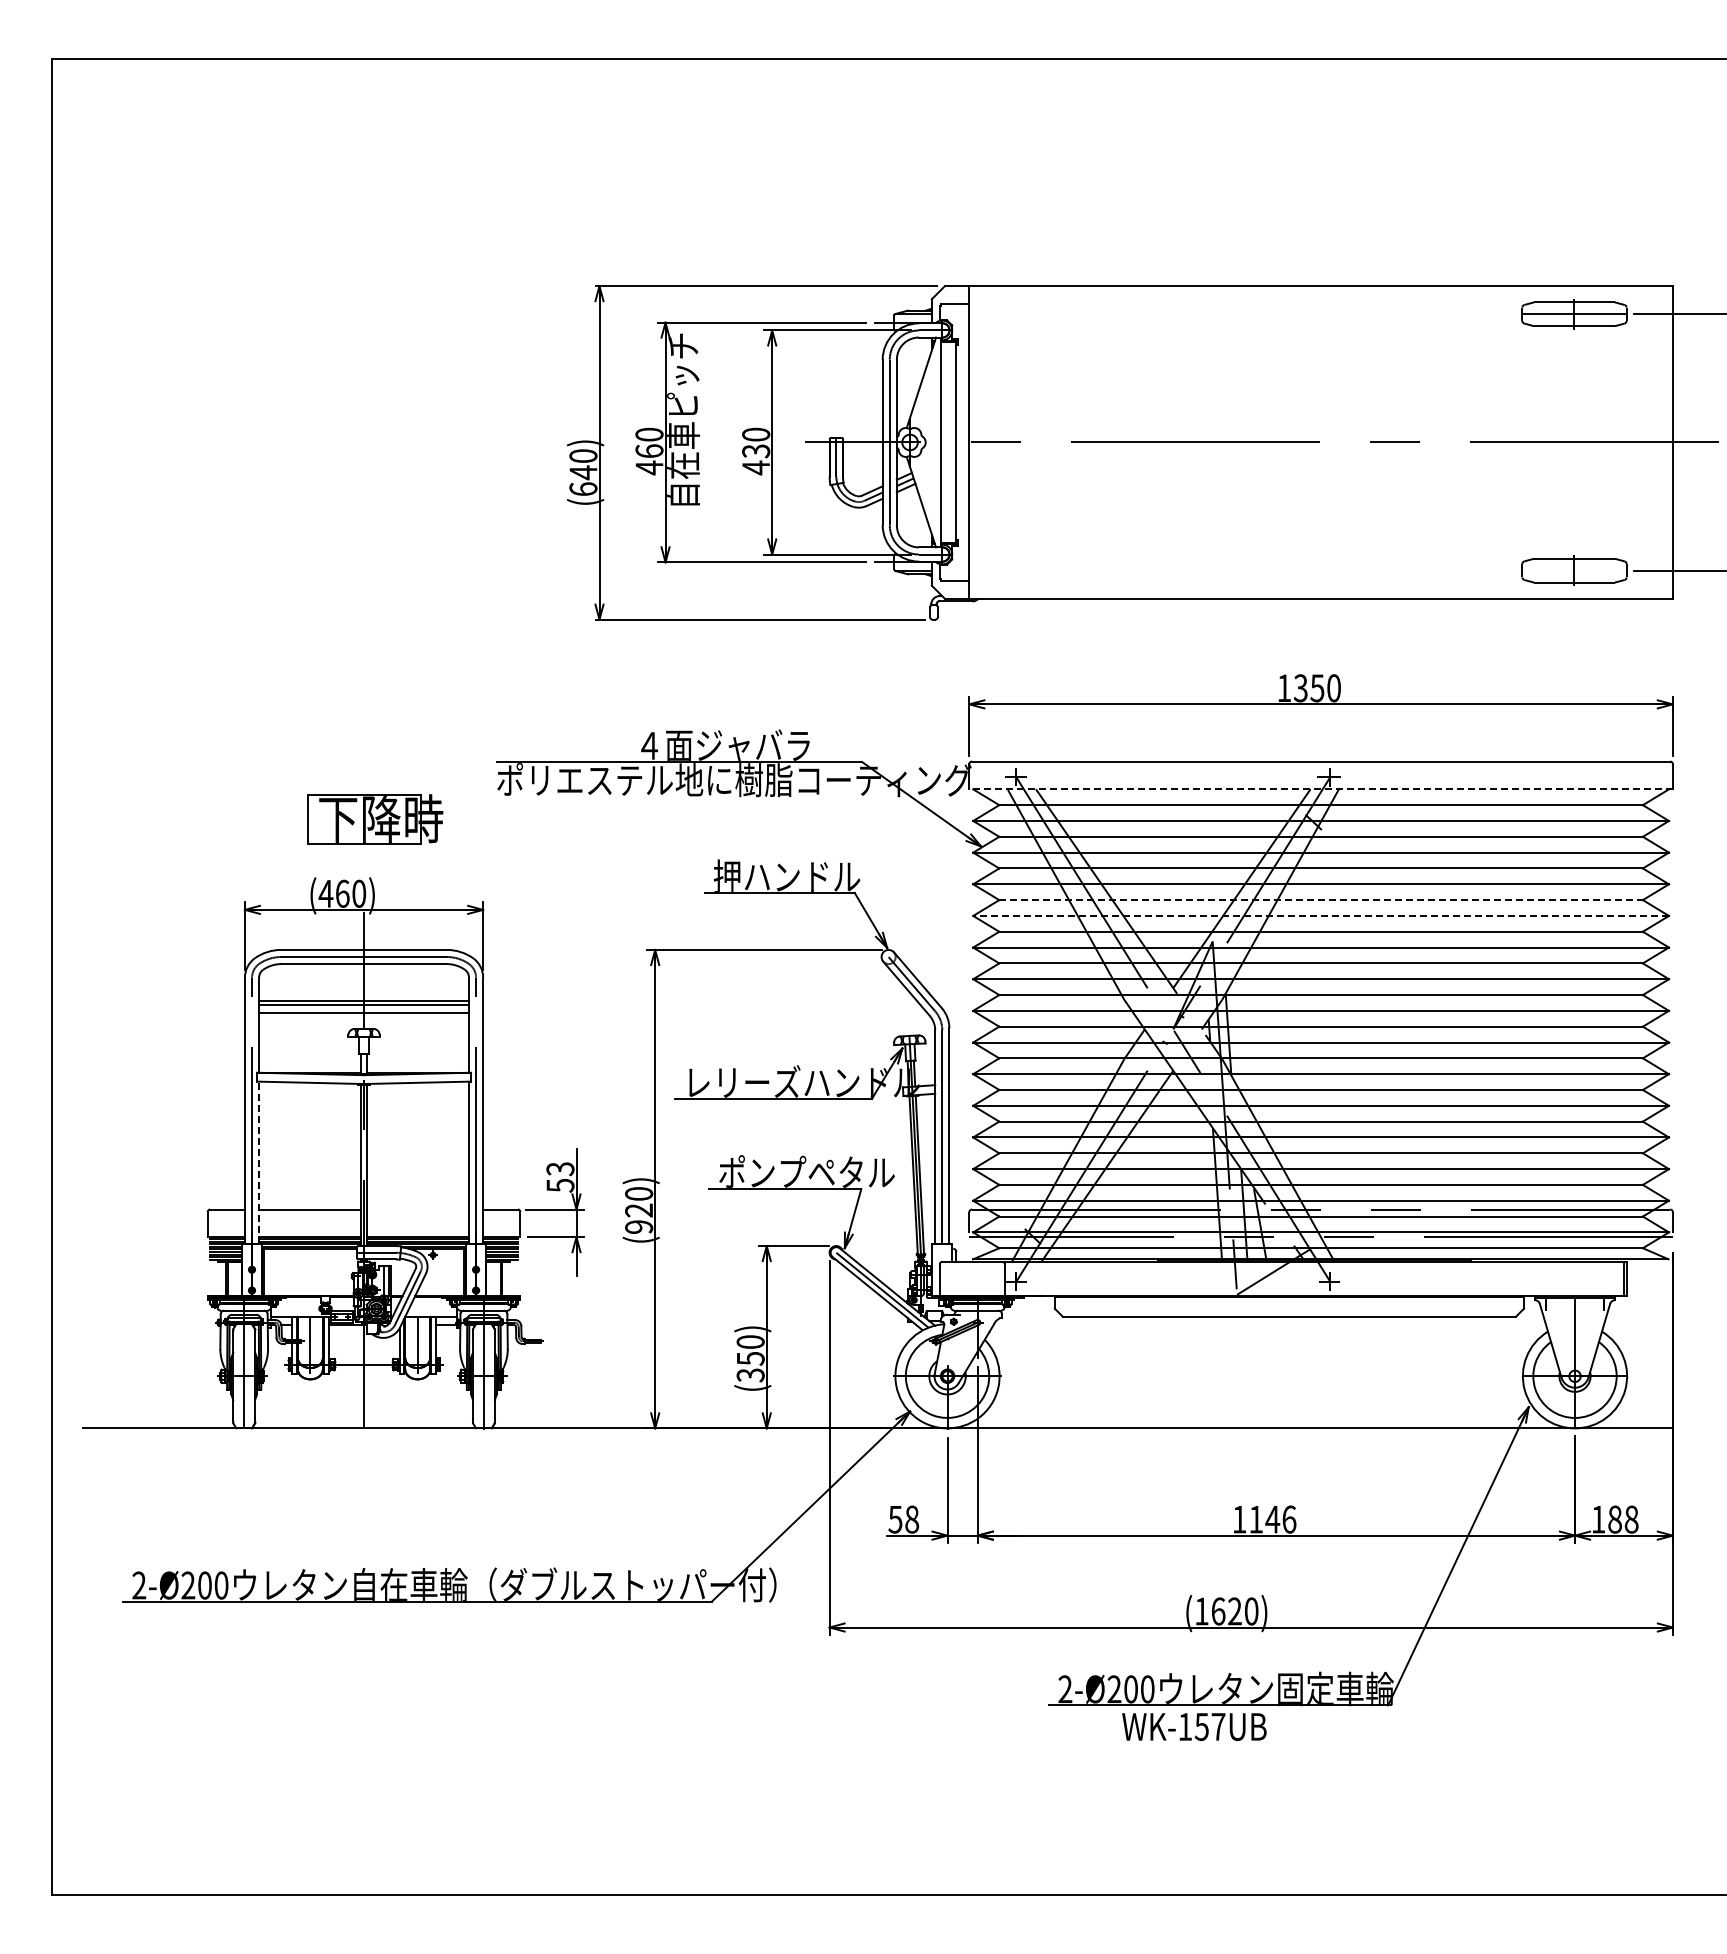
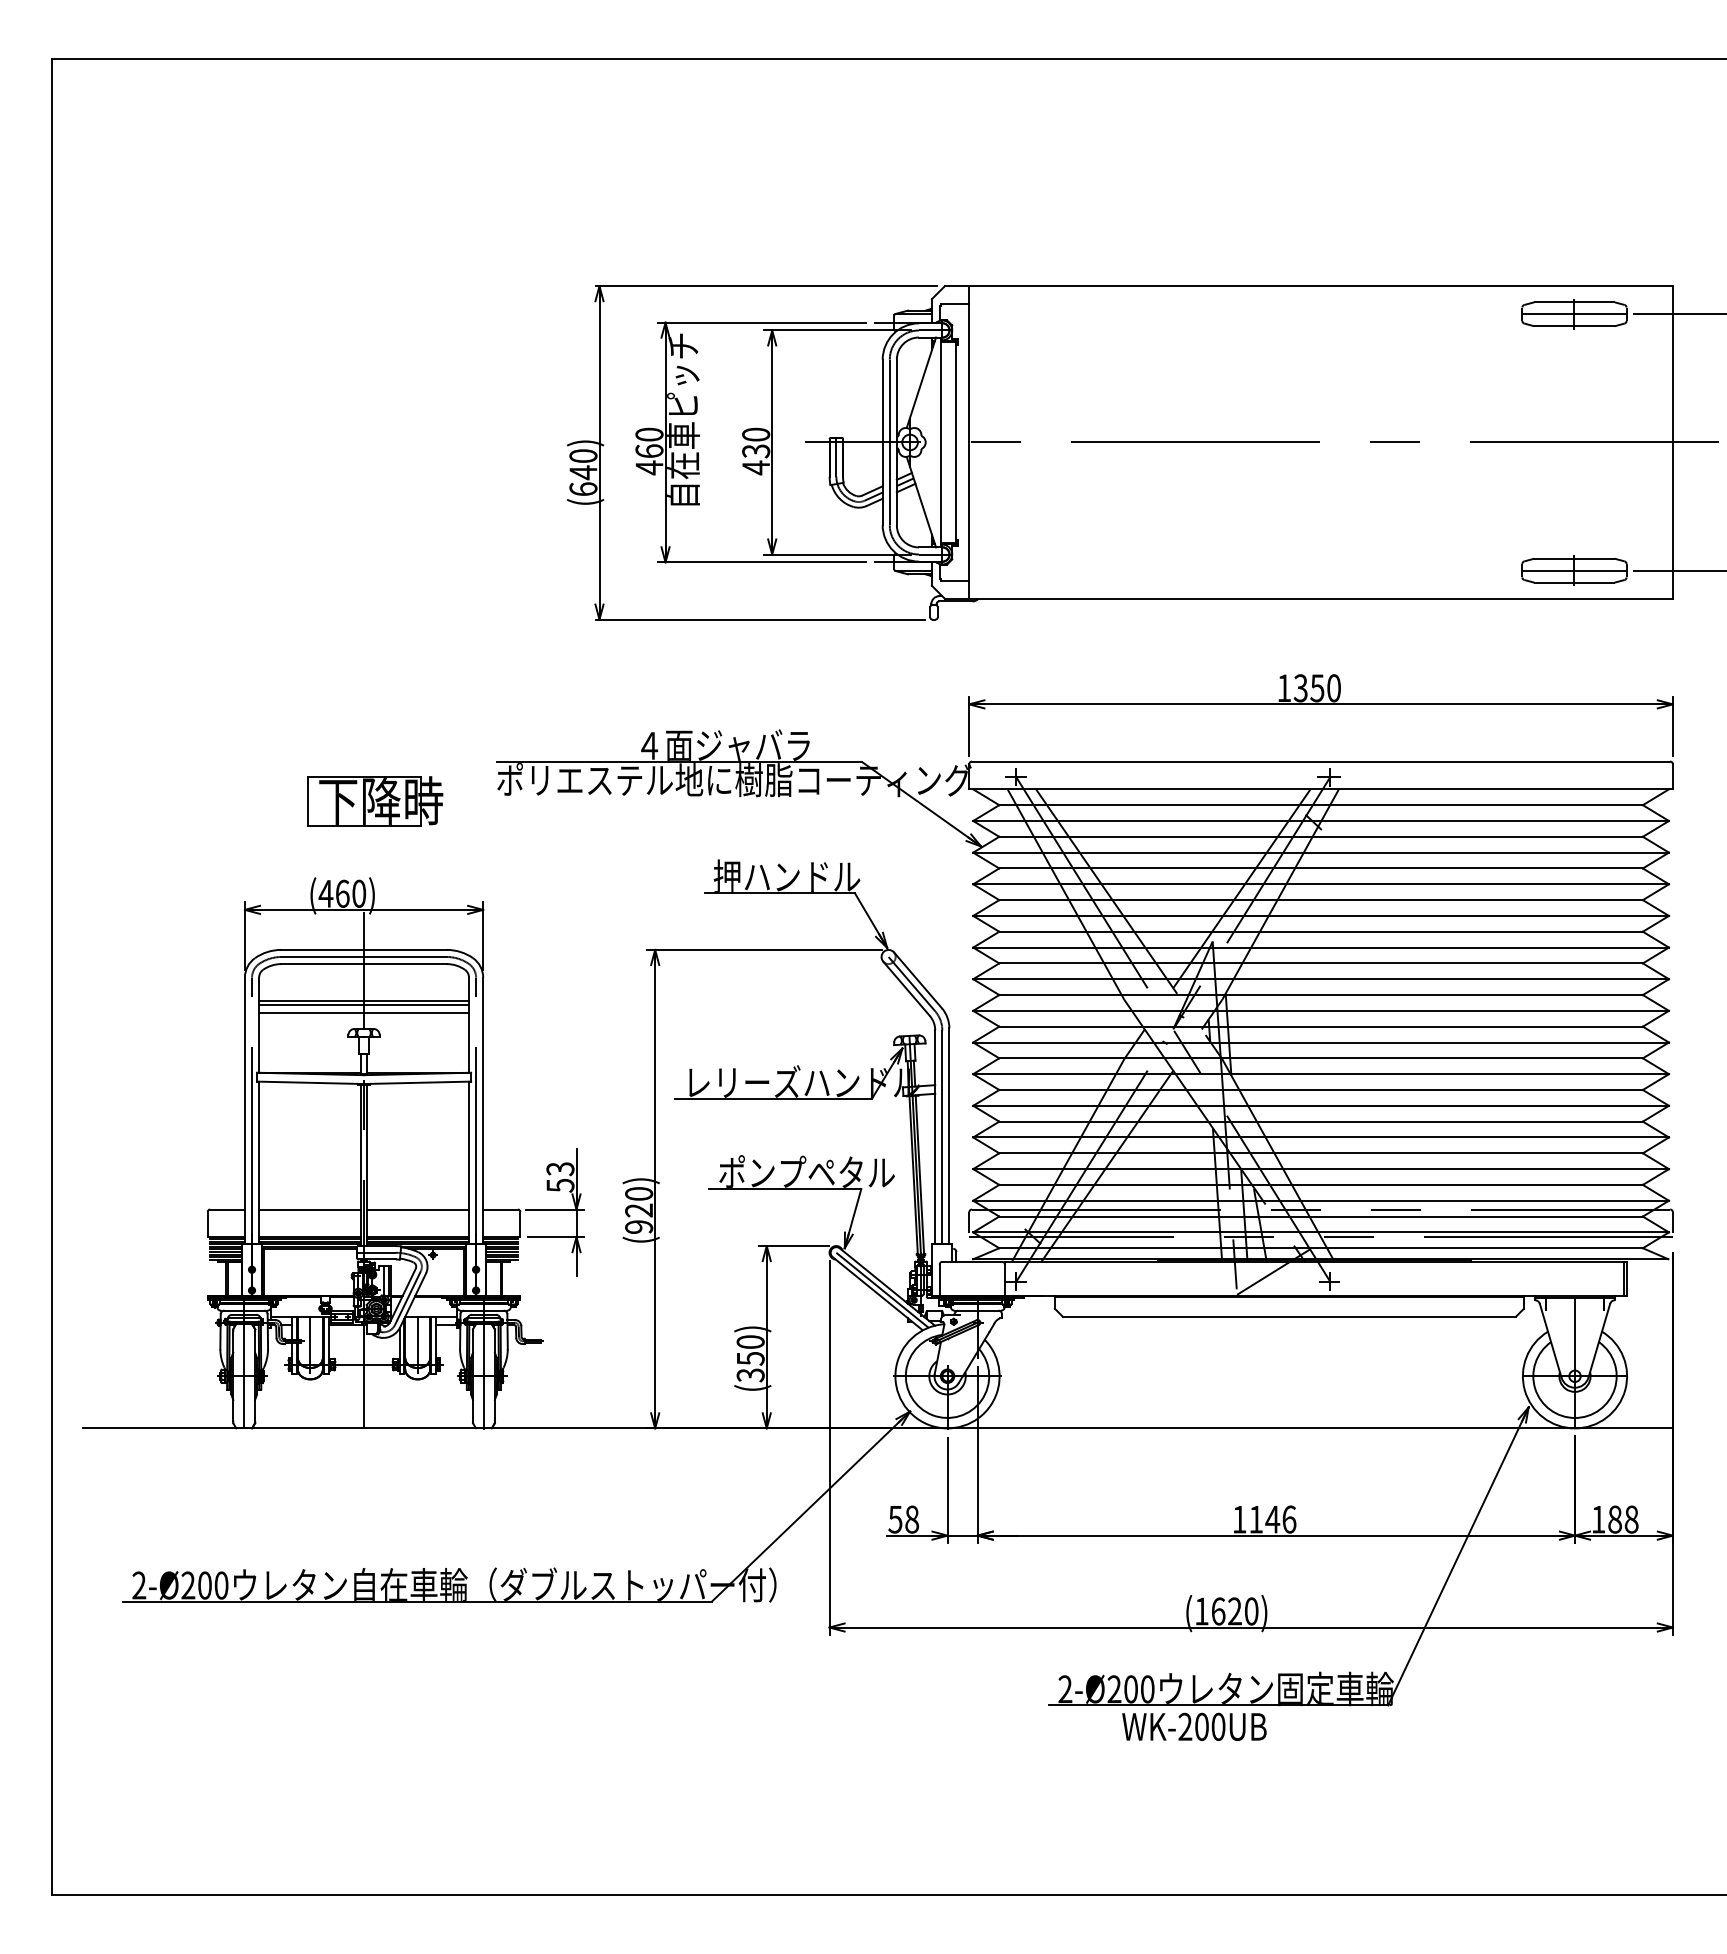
line at (1574, 570): none -> present
line at (1321, 789): dashed -> solid
part at (375, 819) position: (375, 819) -> (375, 801)
line at (1321, 900): dashed -> solid
line at (1321, 915): dashed -> solid
line at (259, 1162): dashed -> solid
line at (418, 1209): none -> present
text at (1201, 1726): WK-157UB -> WK-200UB
